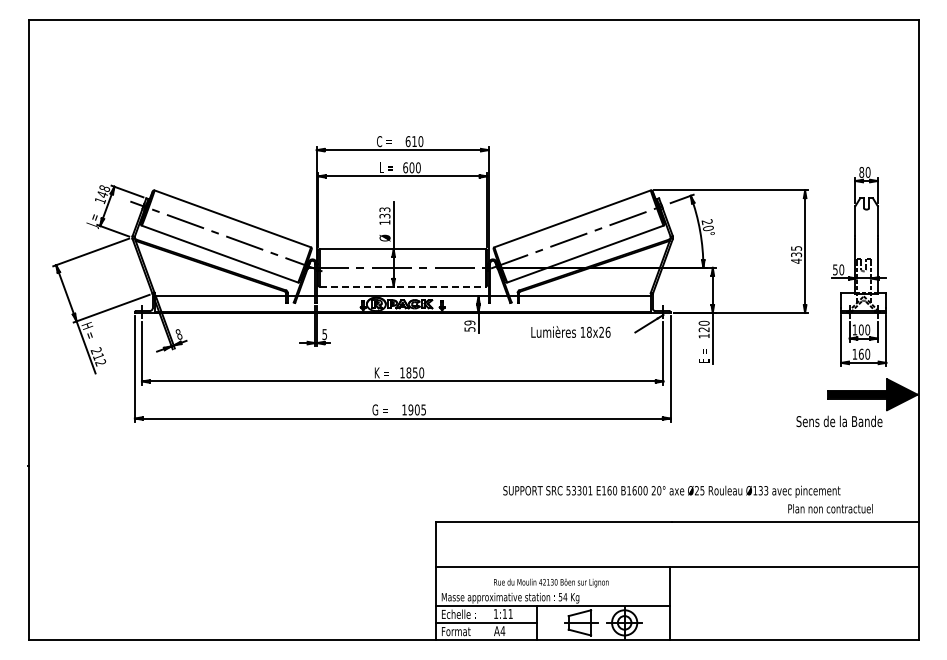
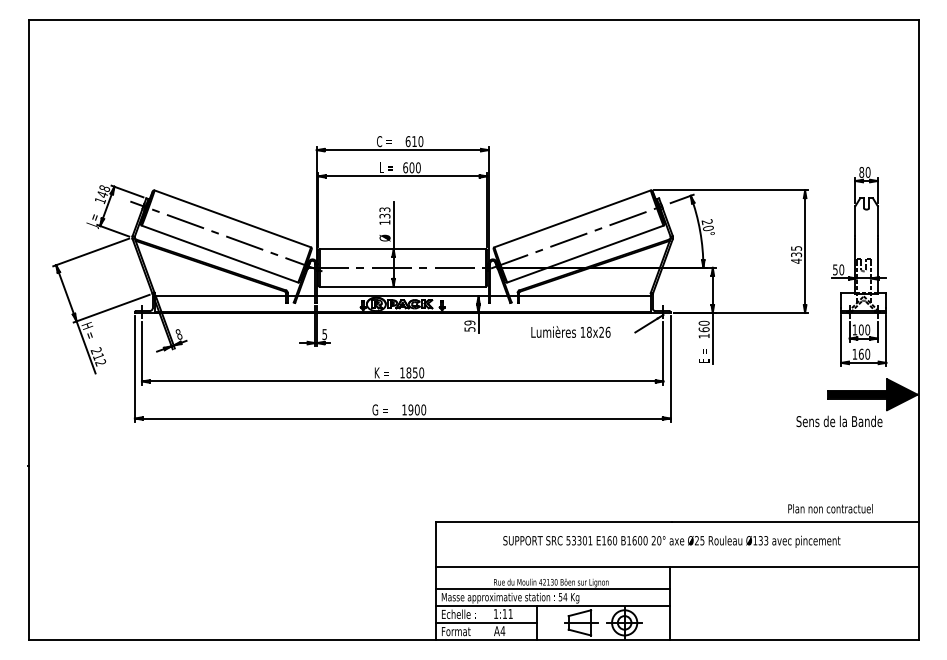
line at (403, 286): dashed -> solid
text at (703, 329): 120 -> 160
text at (423, 409): 1905 -> 1900
text at (671, 491) position: (671, 491) -> (671, 541)
line at (552, 589): none -> present
